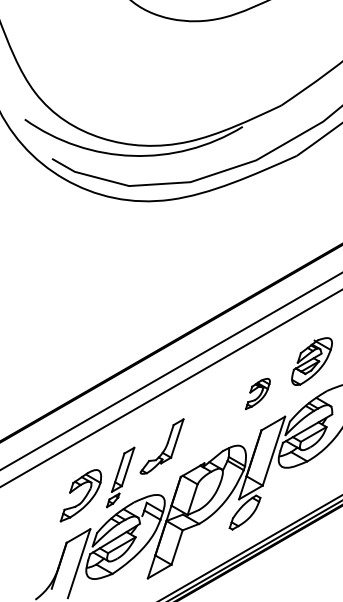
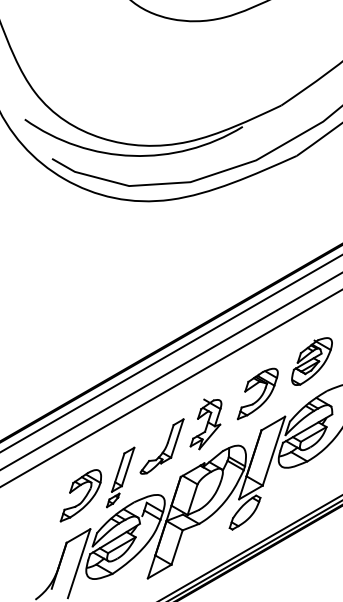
line at (170, 353): none -> present
part at (257, 393) size: 26x34 px -> 42x54 px
part at (205, 424): none -> present
